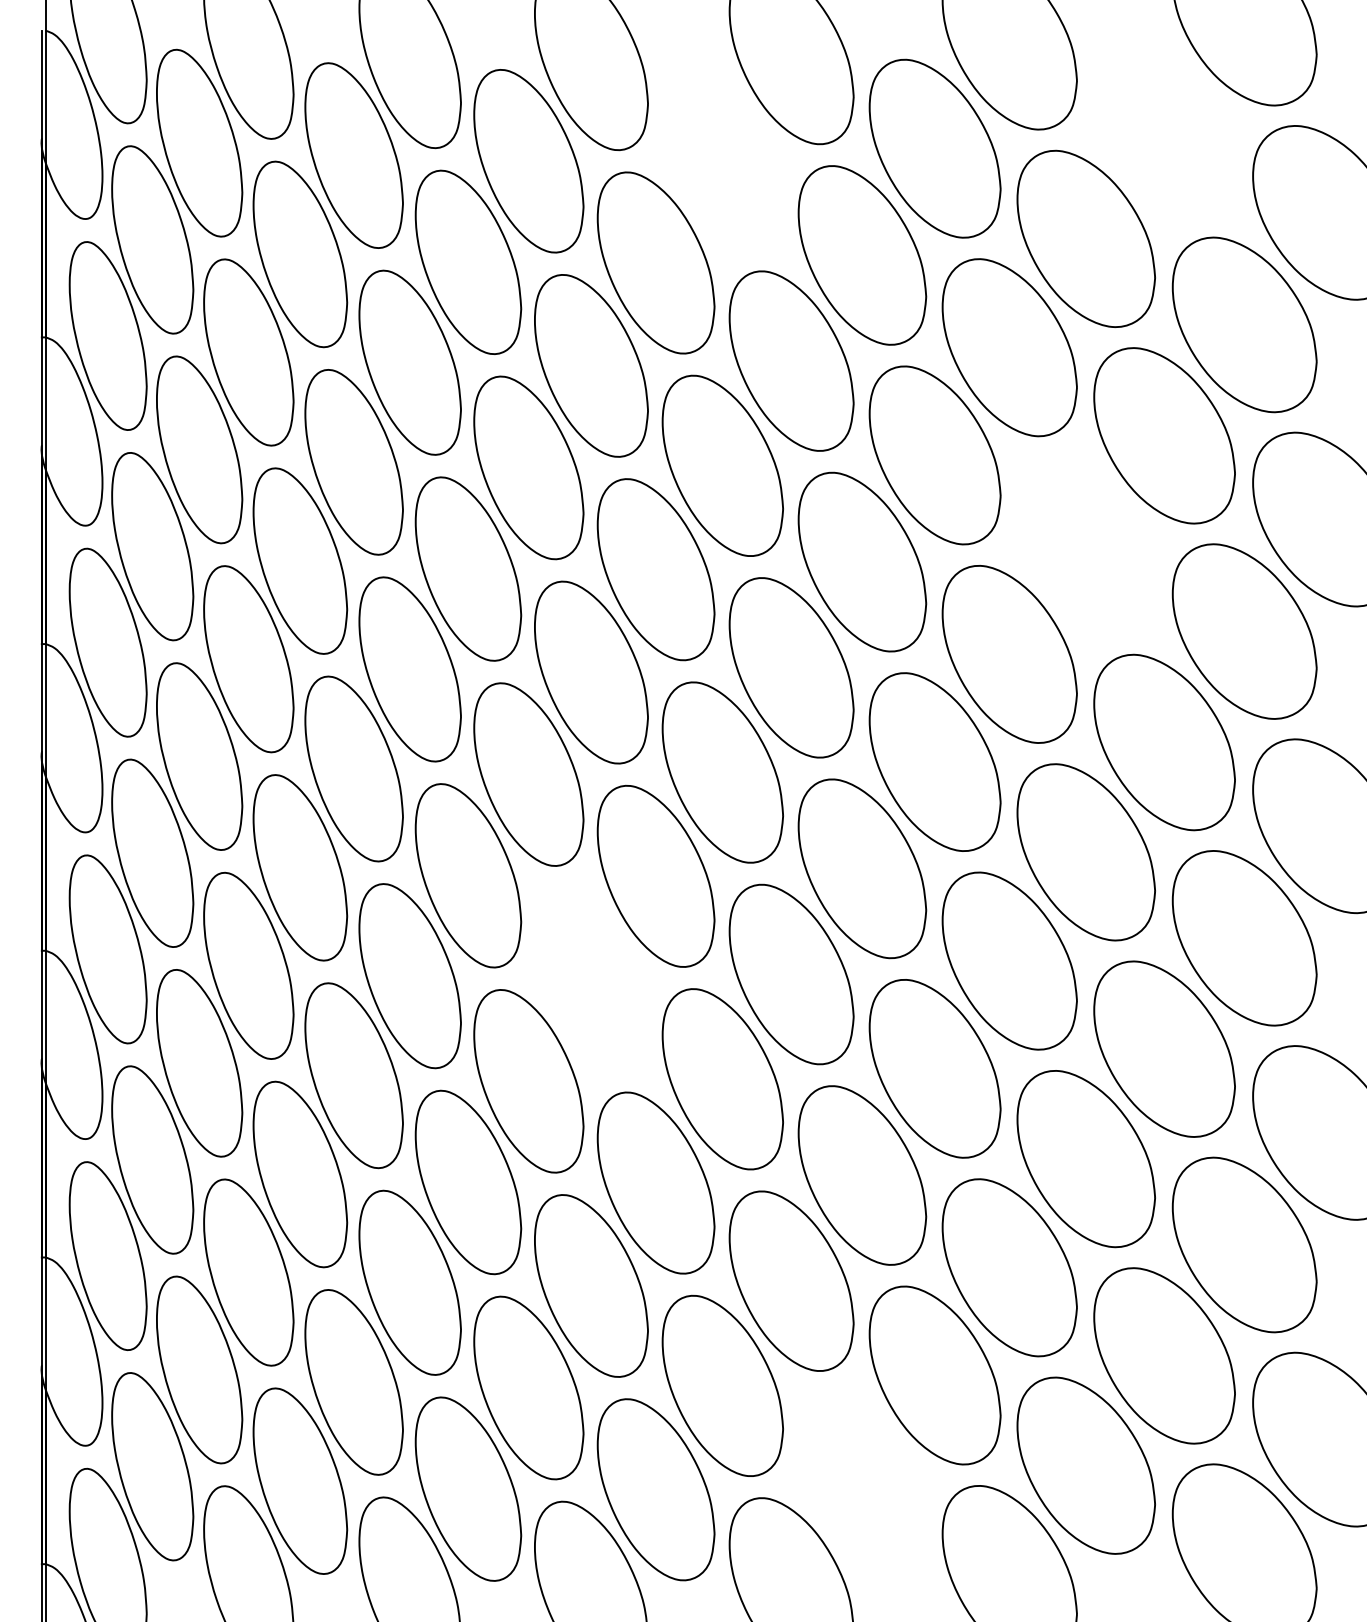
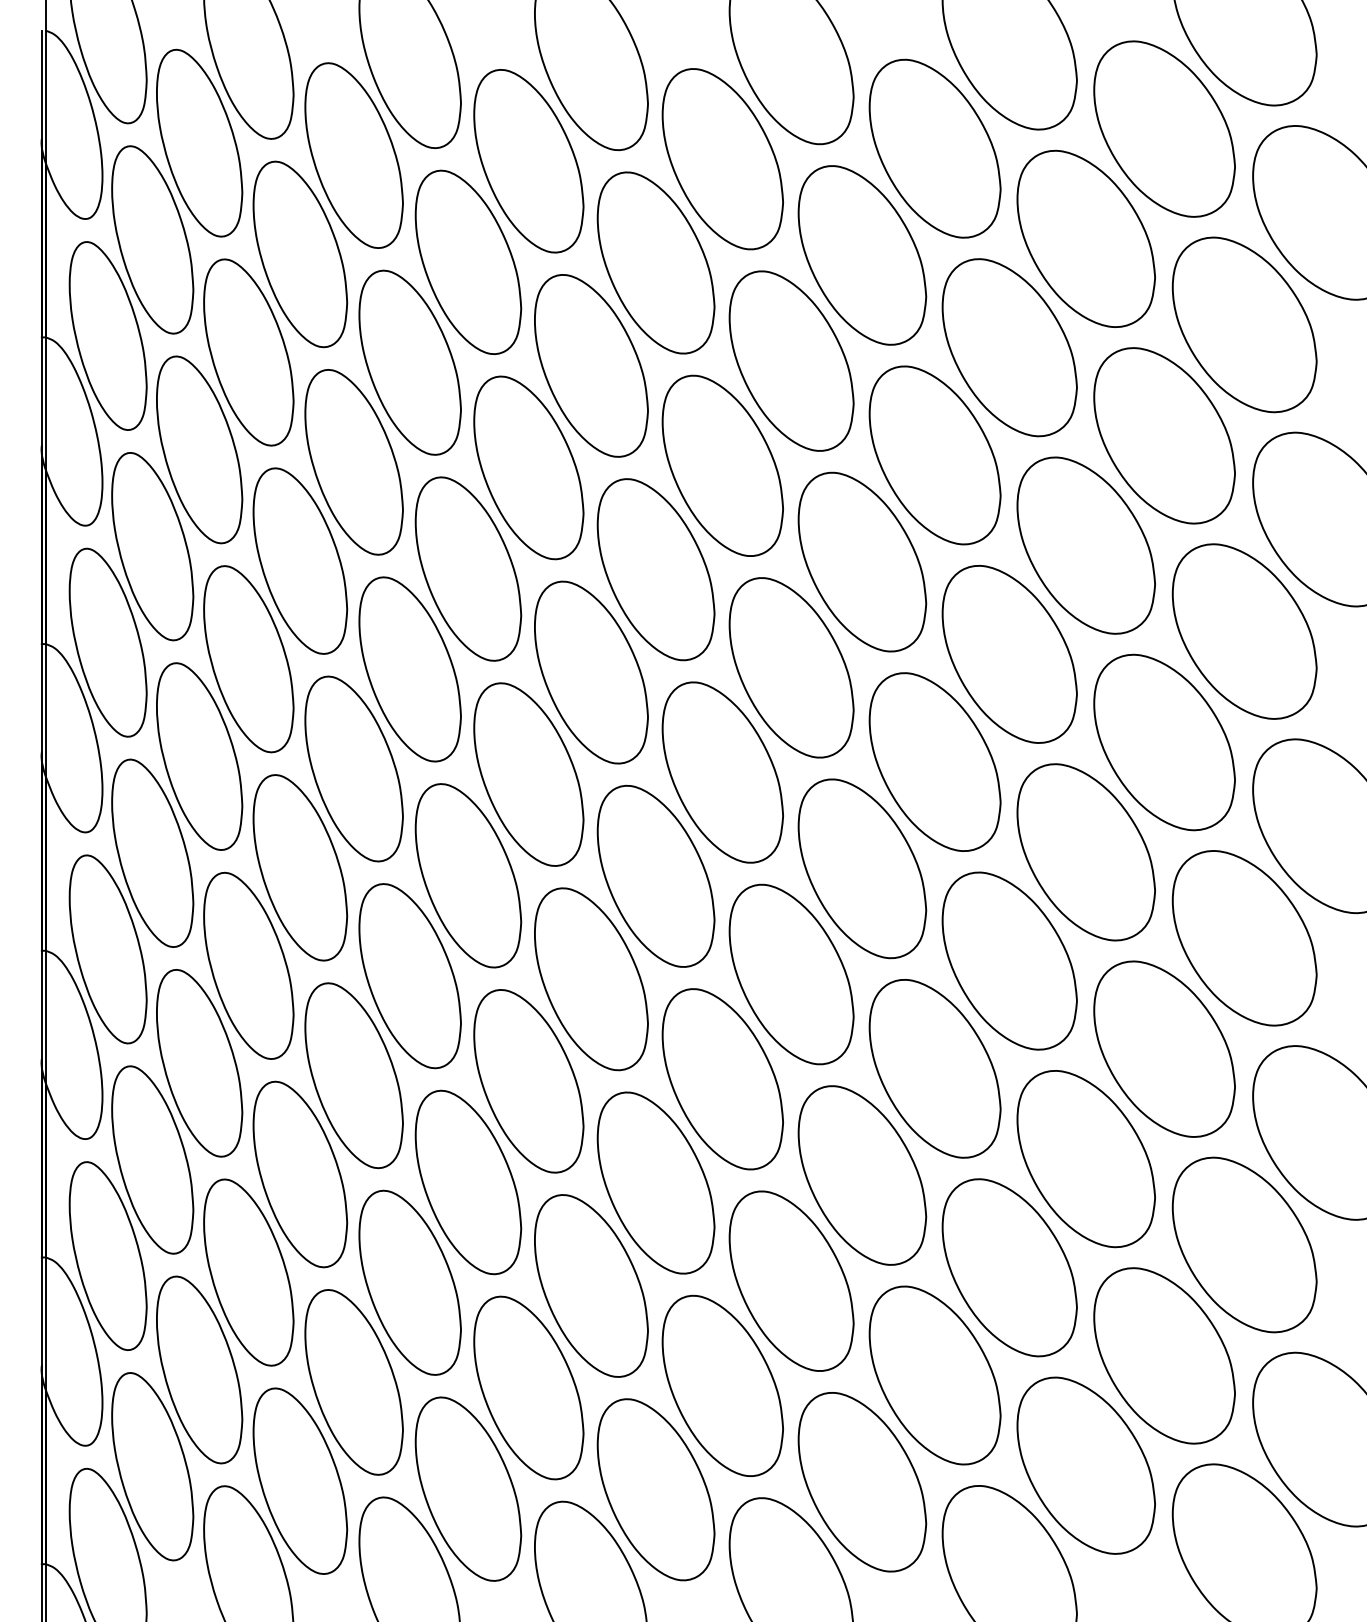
part at (1164, 128): none -> present
part at (722, 159): none -> present
part at (1085, 545): none -> present
part at (591, 979): none -> present
part at (862, 1482): none -> present
